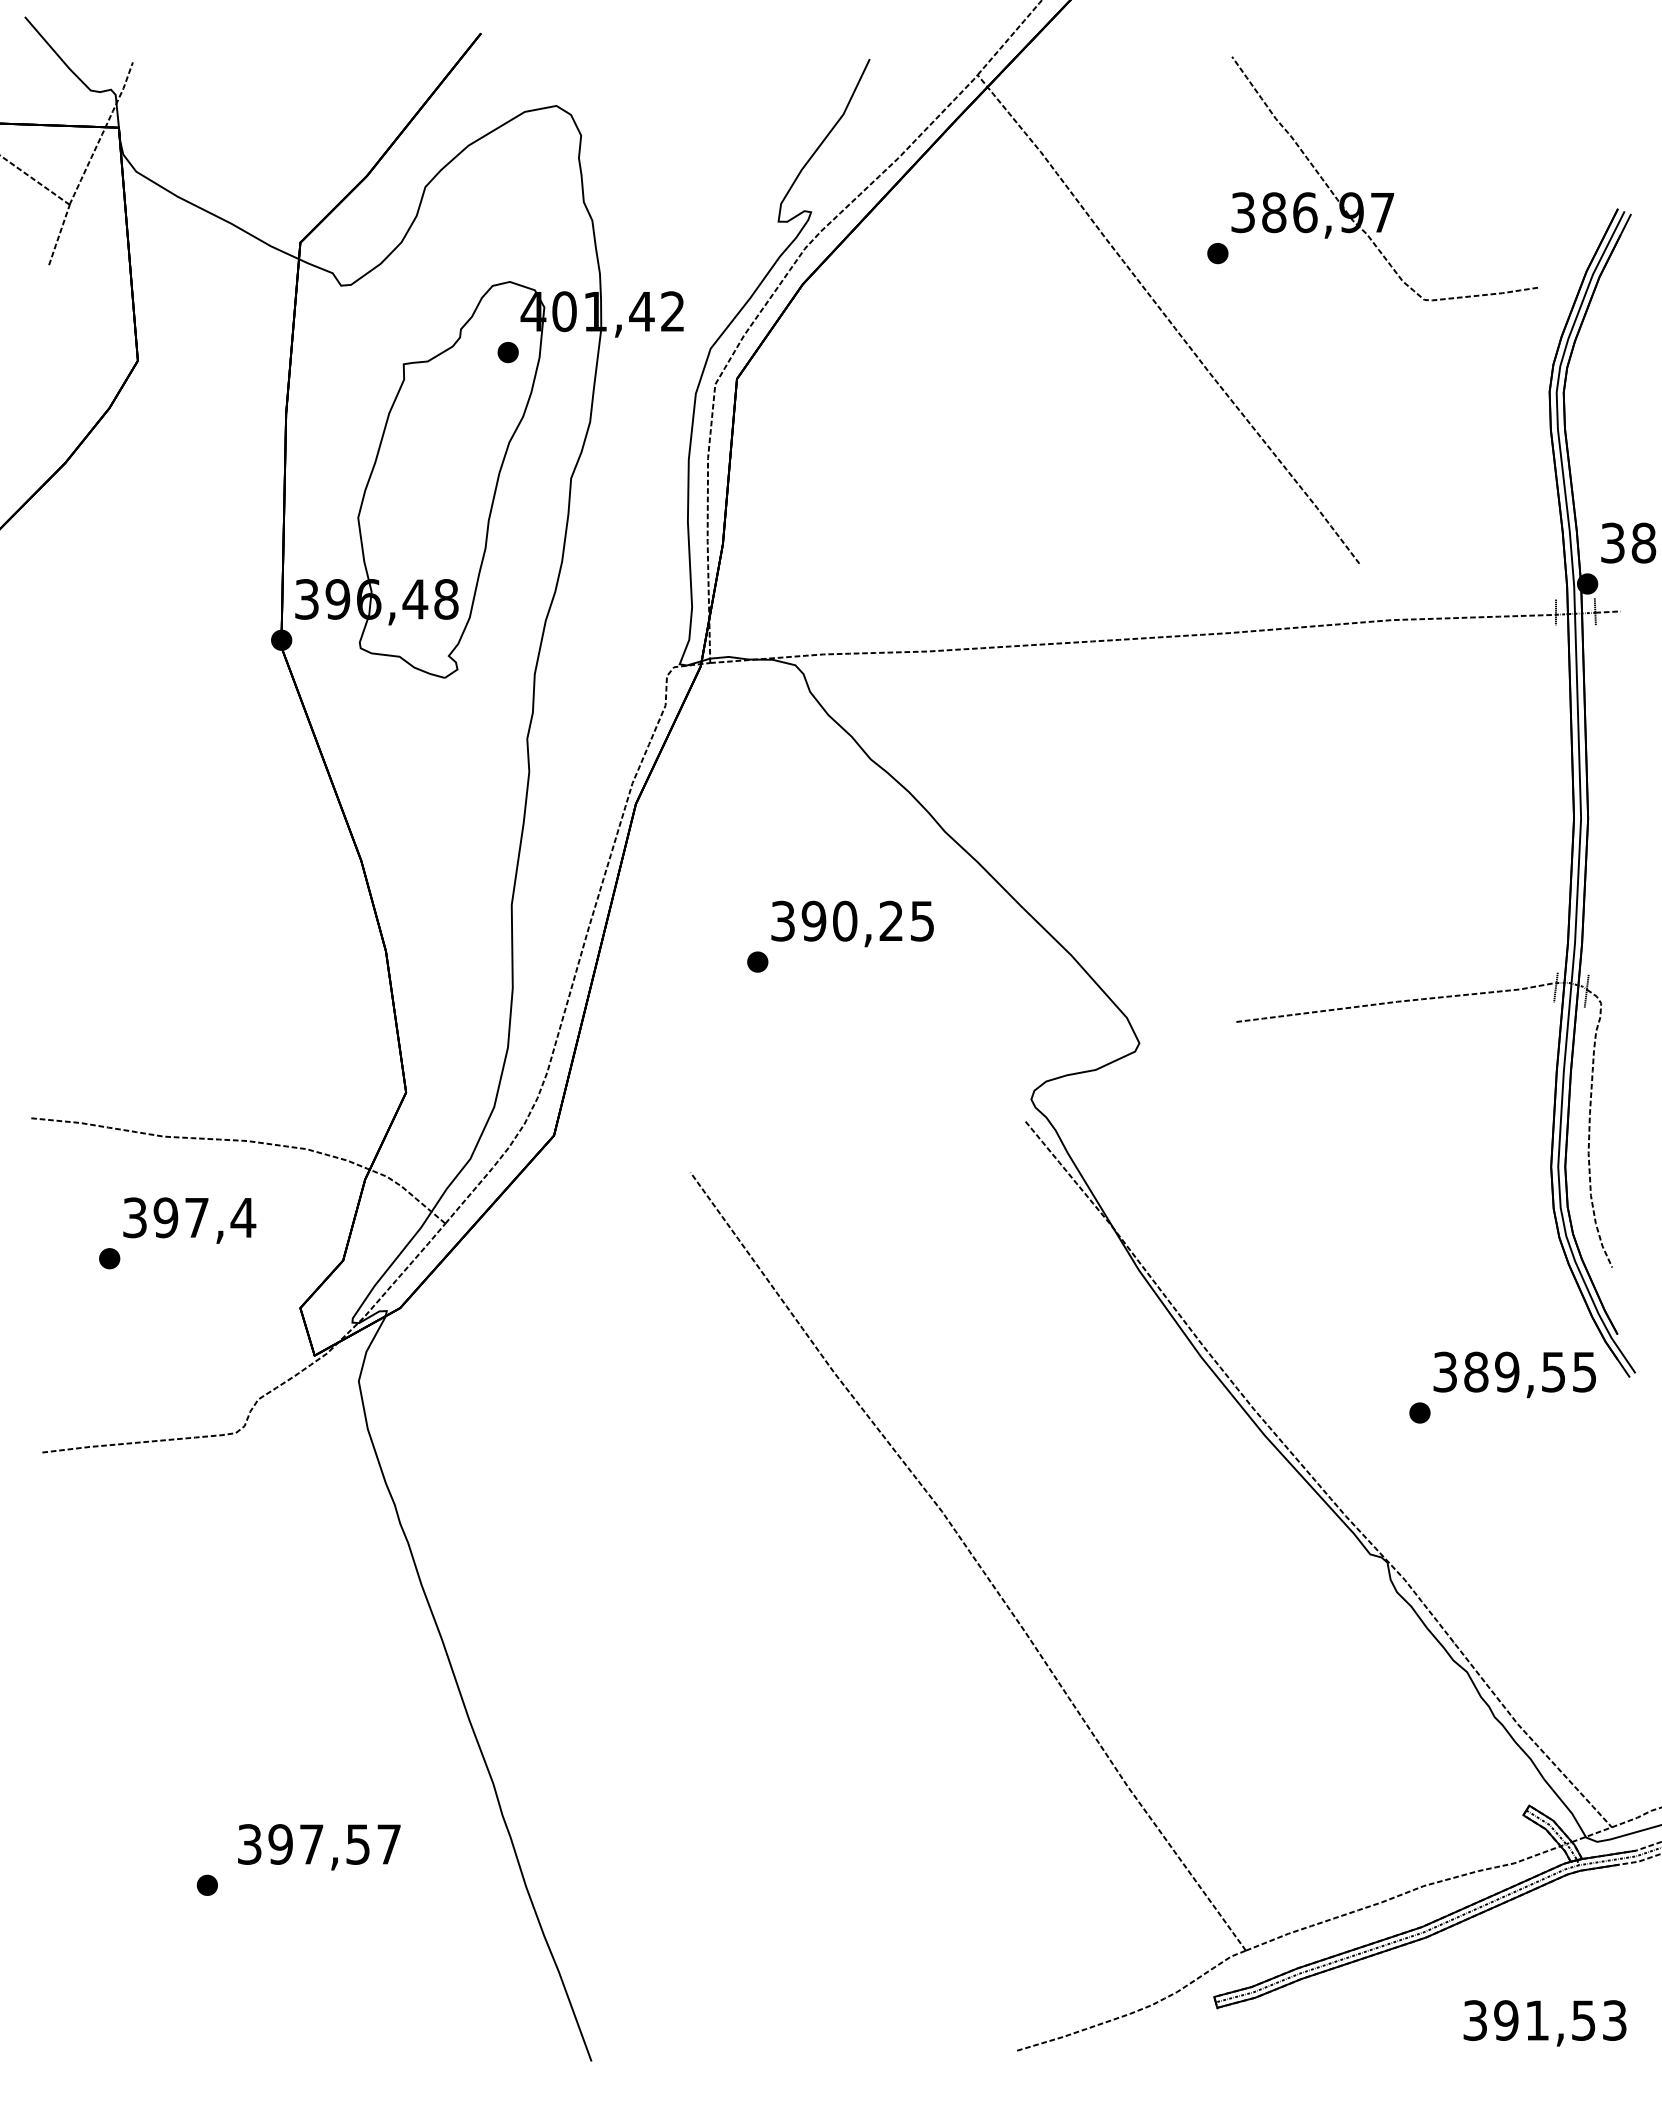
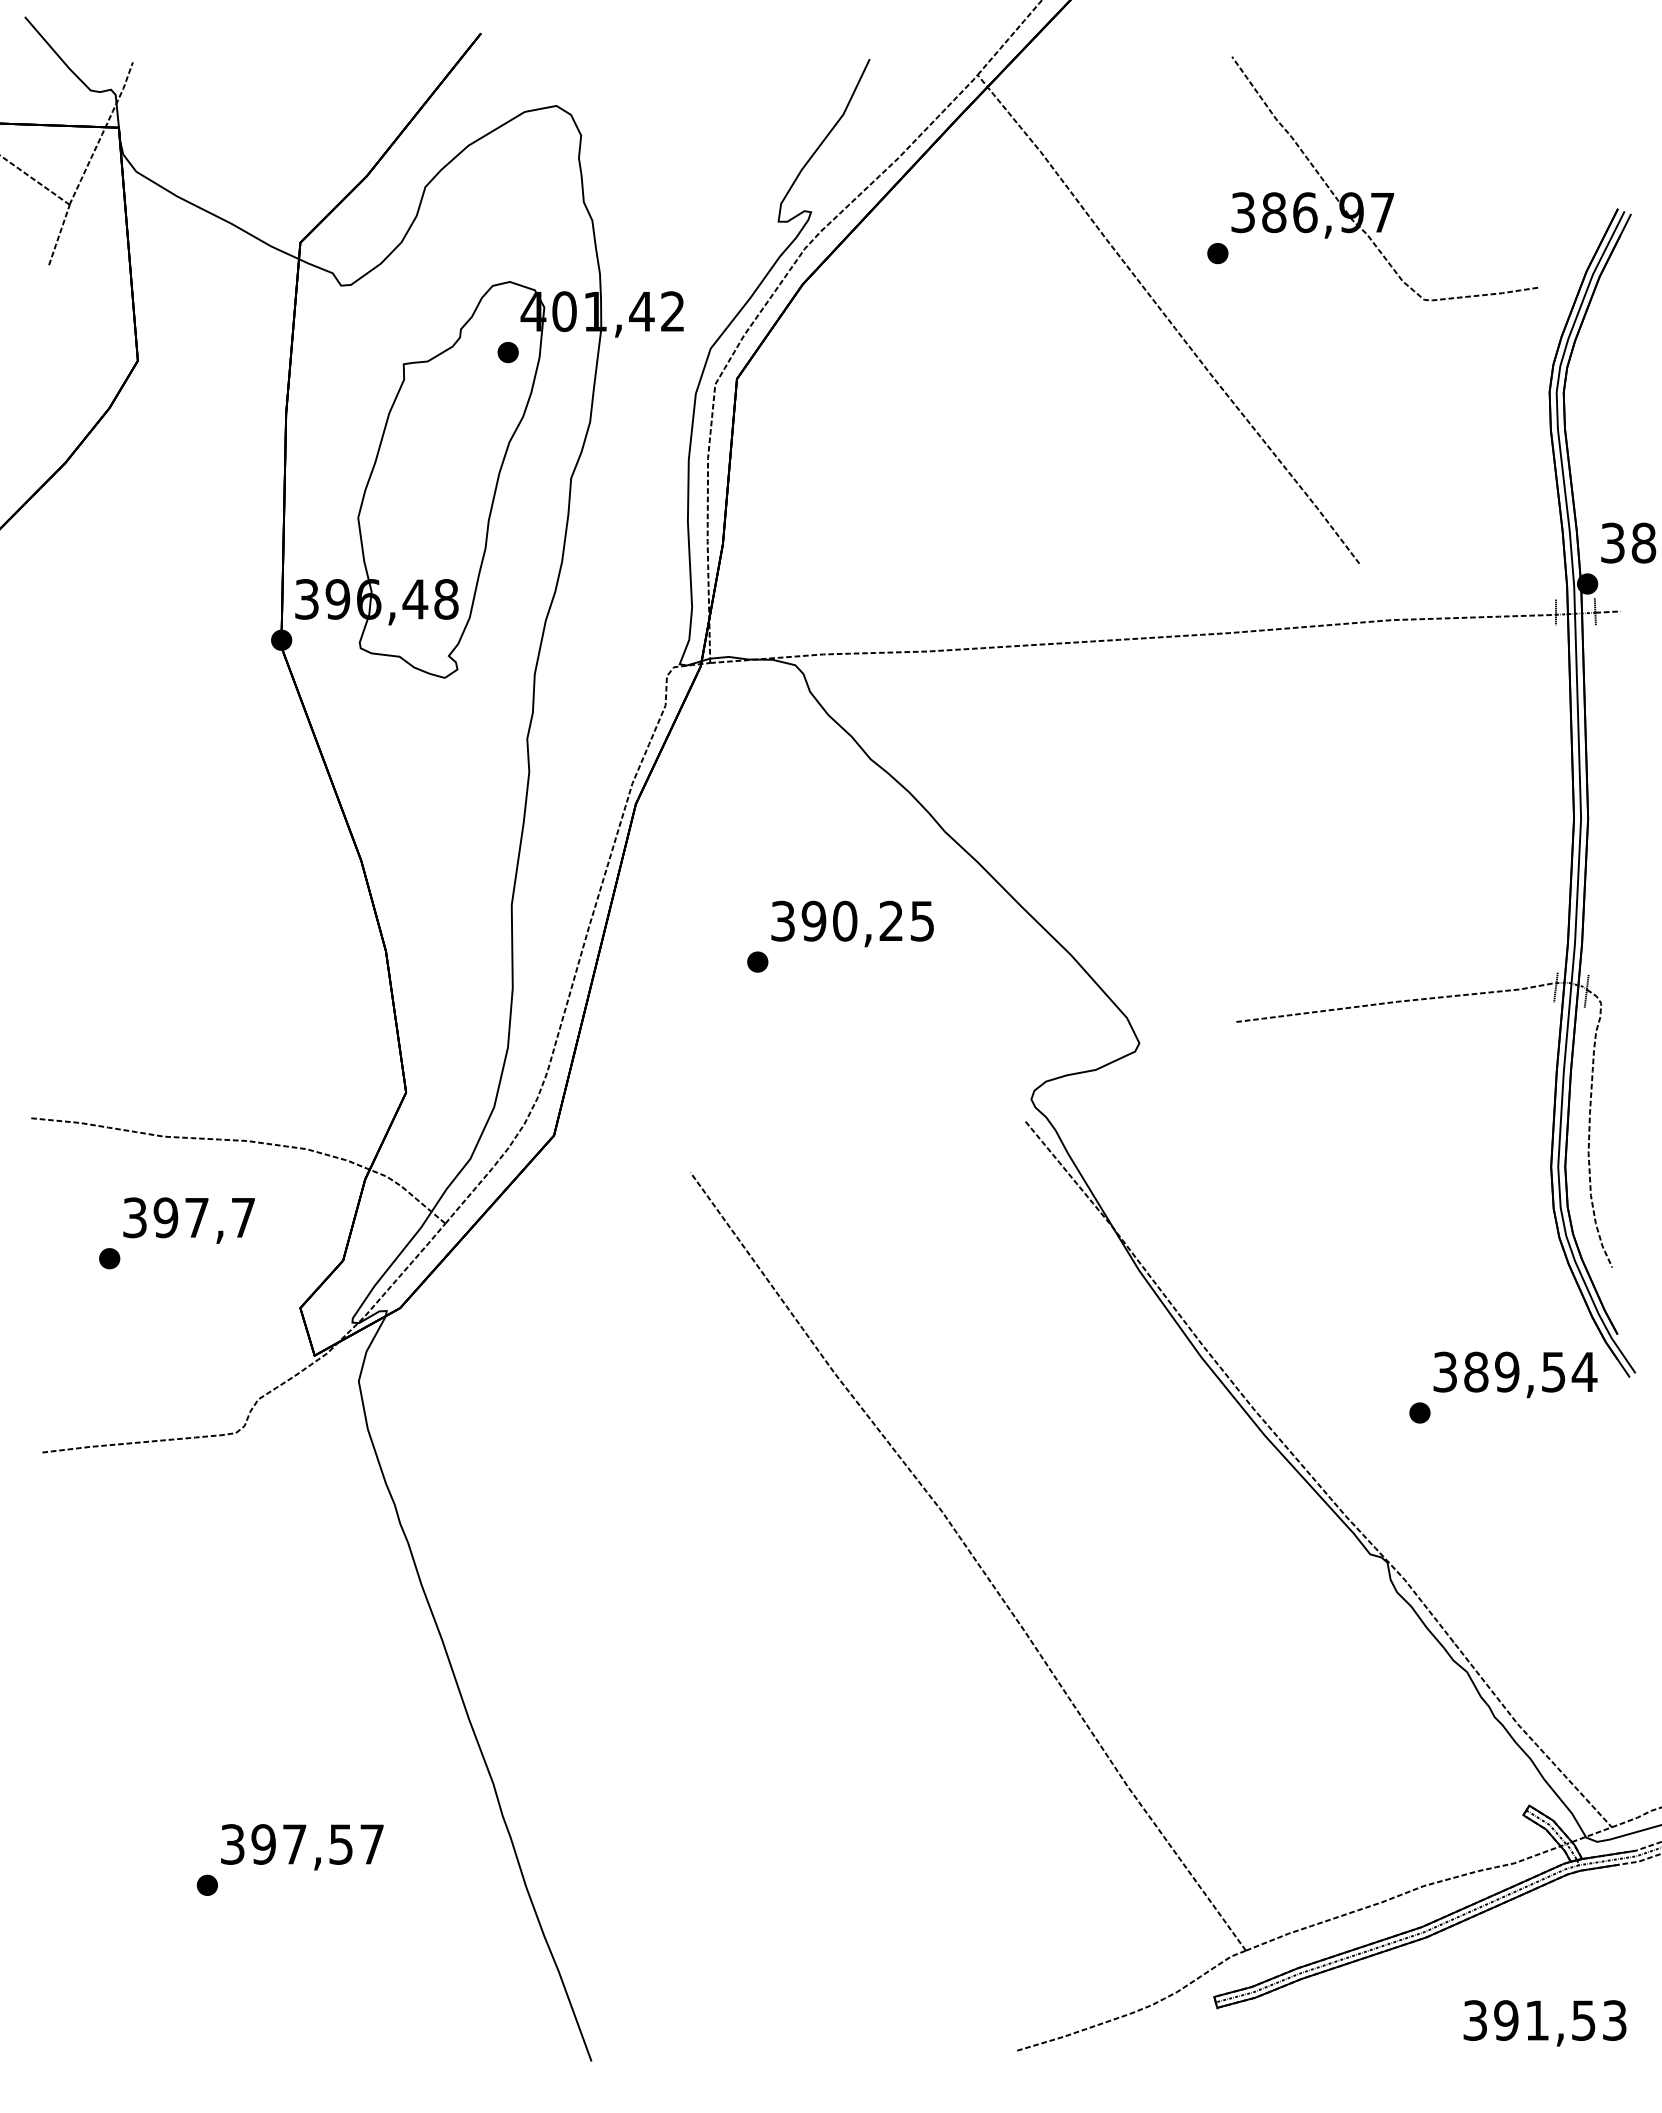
text at (243, 1217): 397,4 -> 397,7
text at (1584, 1372): 389,55 -> 389,54
text at (319, 1847) position: (319, 1847) -> (302, 1847)
